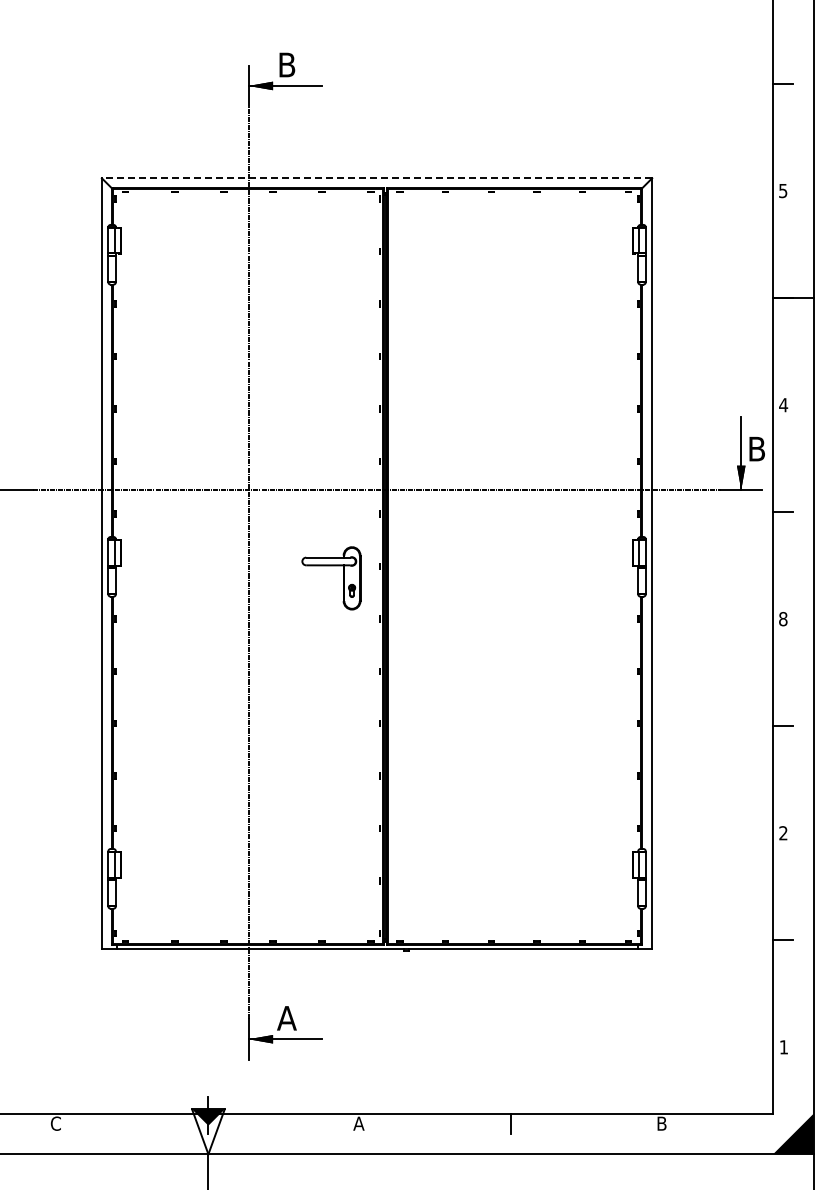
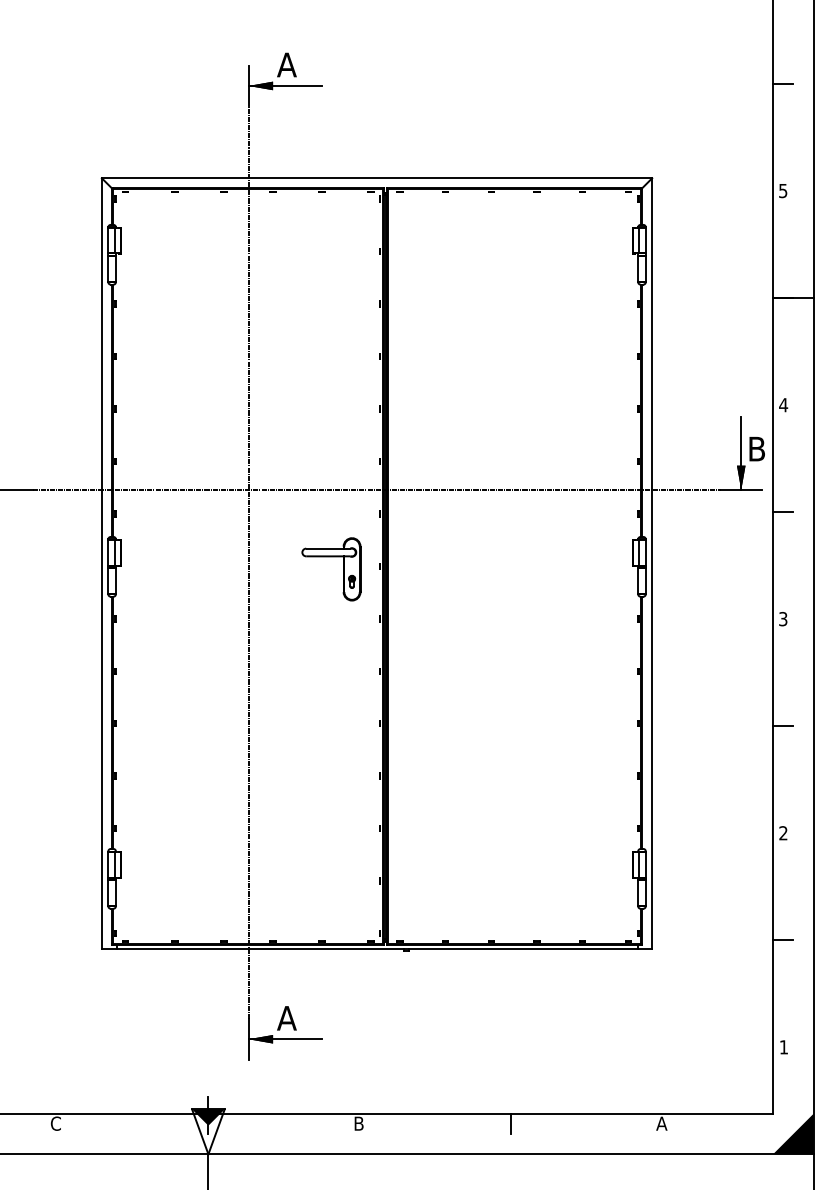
text at (286, 64): B -> A
line at (376, 178): dashed -> solid
part at (331, 566) position: (331, 566) -> (331, 557)
text at (783, 619): 8 -> 3
text at (358, 1123): A -> B
text at (661, 1123): B -> A
